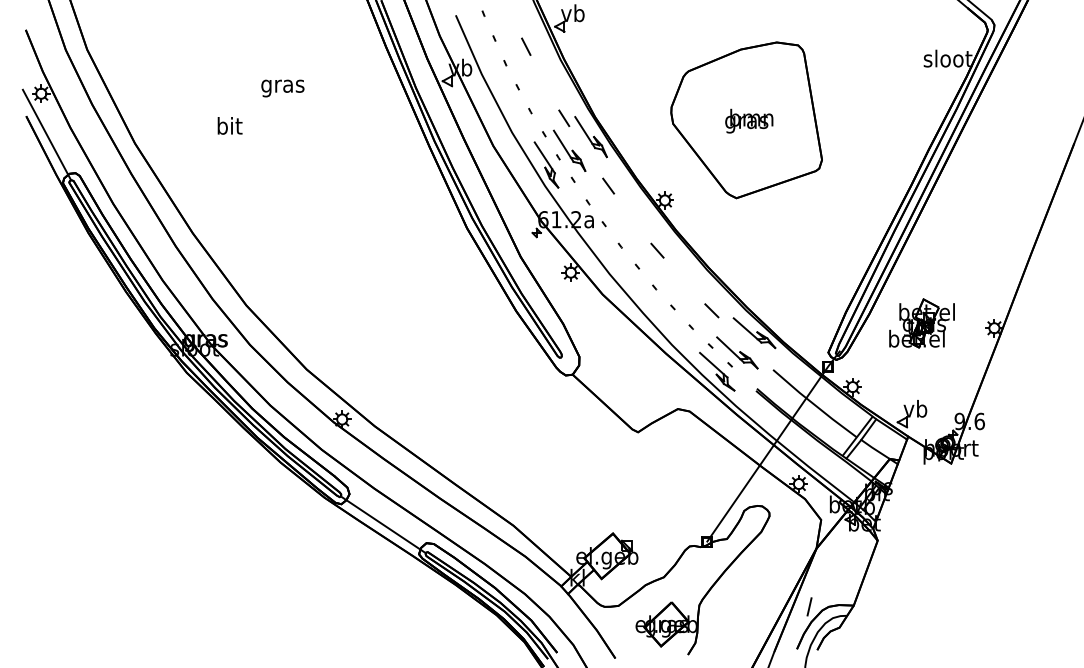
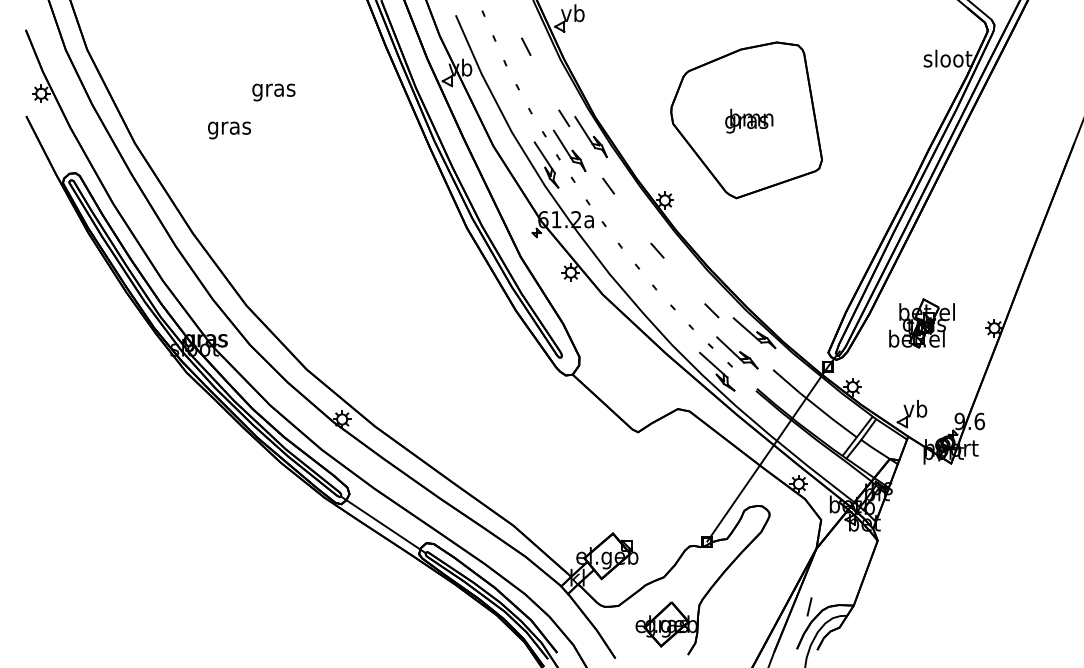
text at (282, 88) position: (282, 88) -> (273, 92)
text at (229, 128): bit -> gras
line at (46, 134): present -> none
